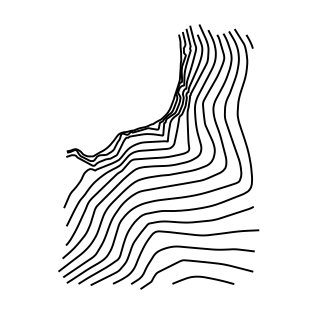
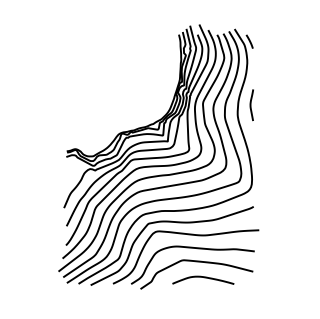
curve at (251, 105): none -> present
